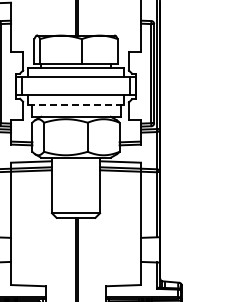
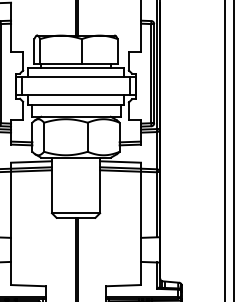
line at (76, 104): dashed -> solid
line at (225, 150): none -> present
line at (234, 150): none -> present
